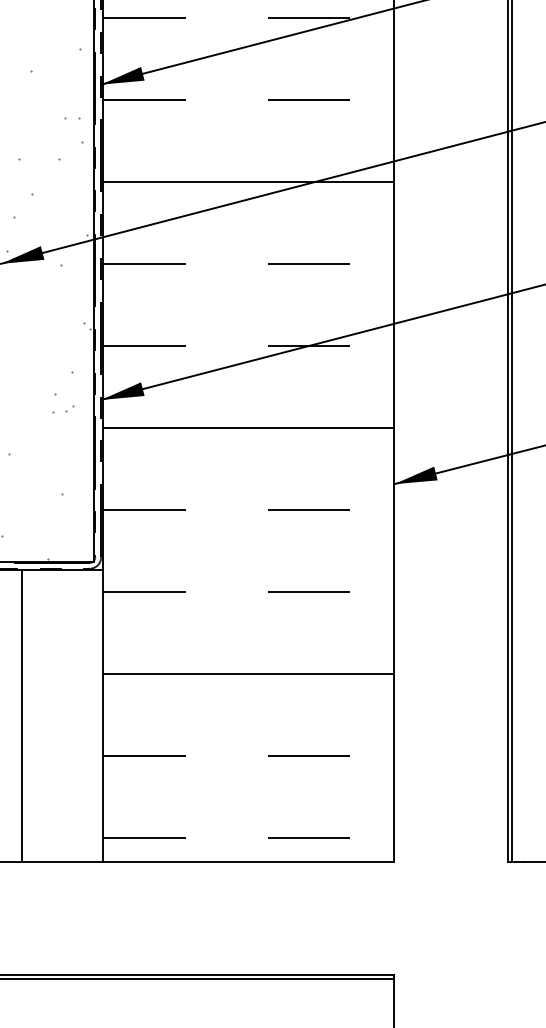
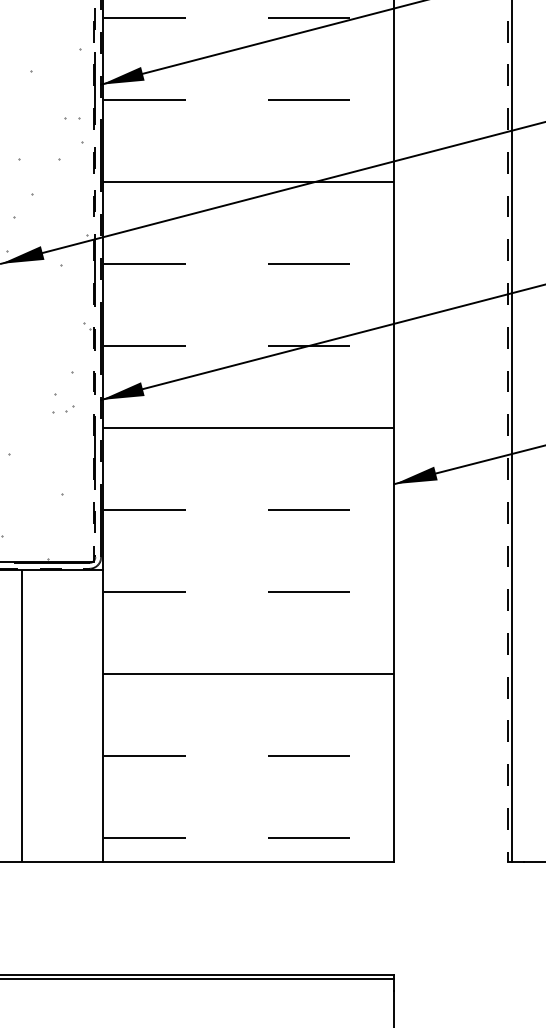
line at (93, 281): solid -> dashed
line at (507, 431): solid -> dashed
